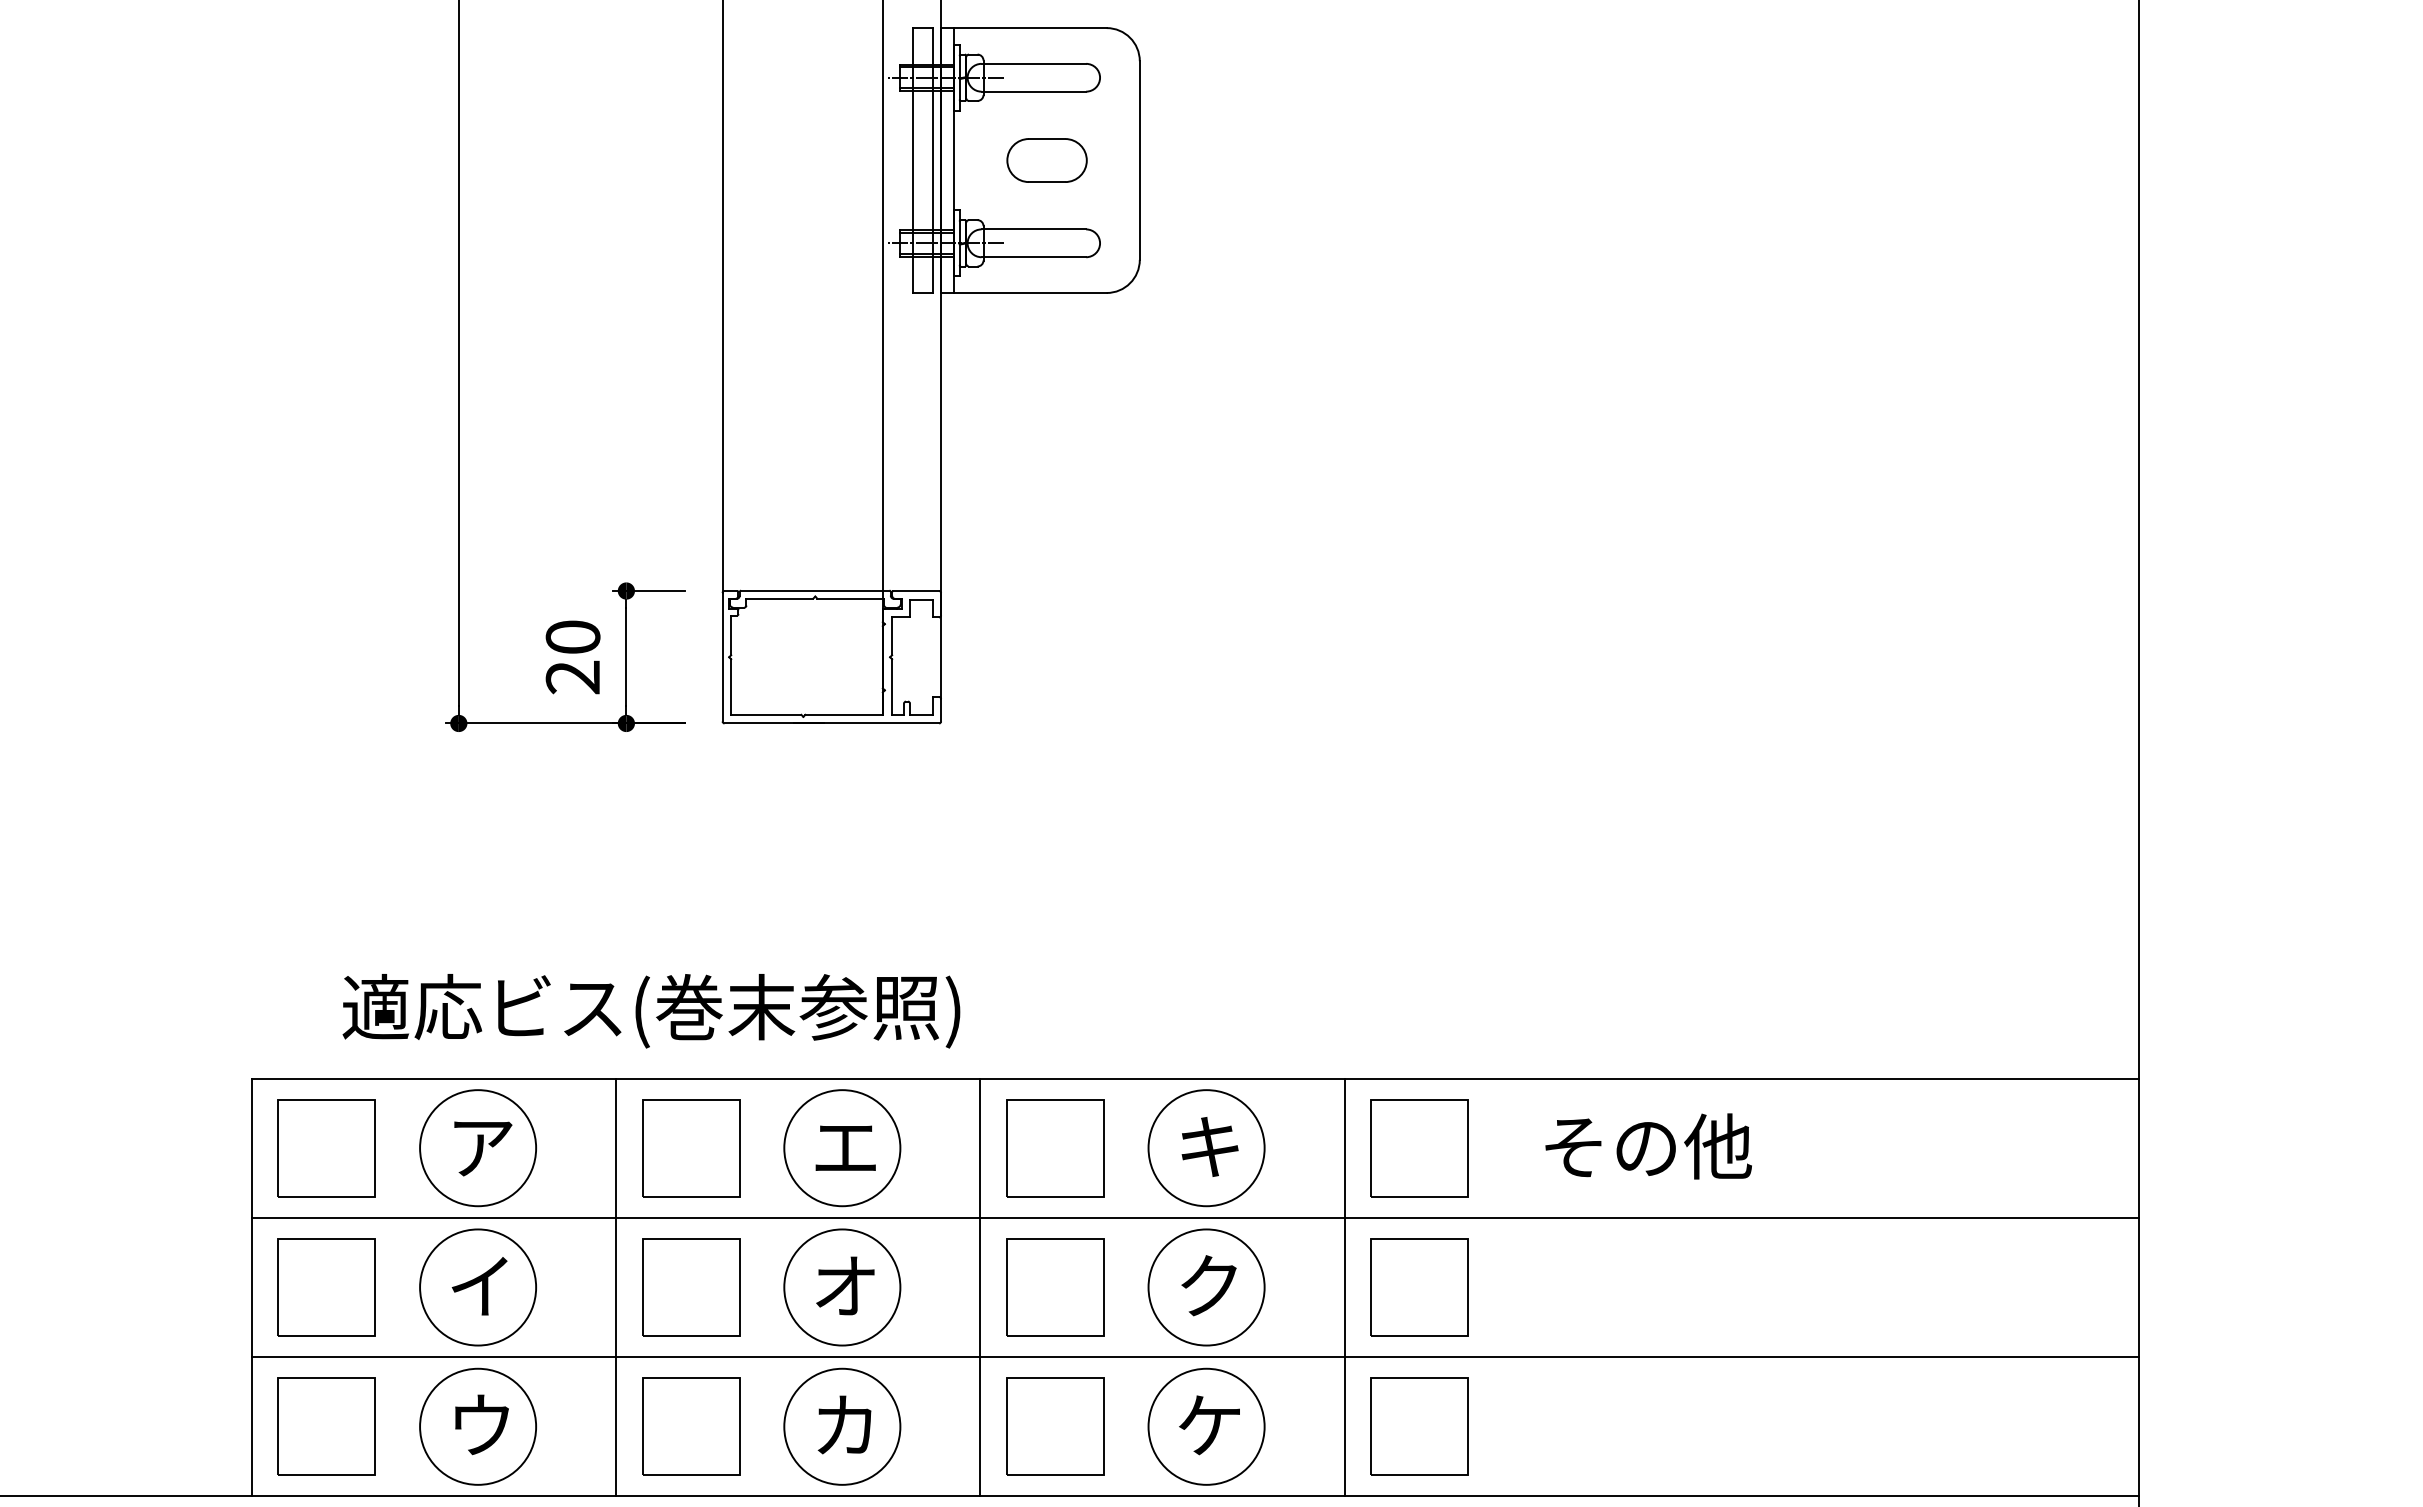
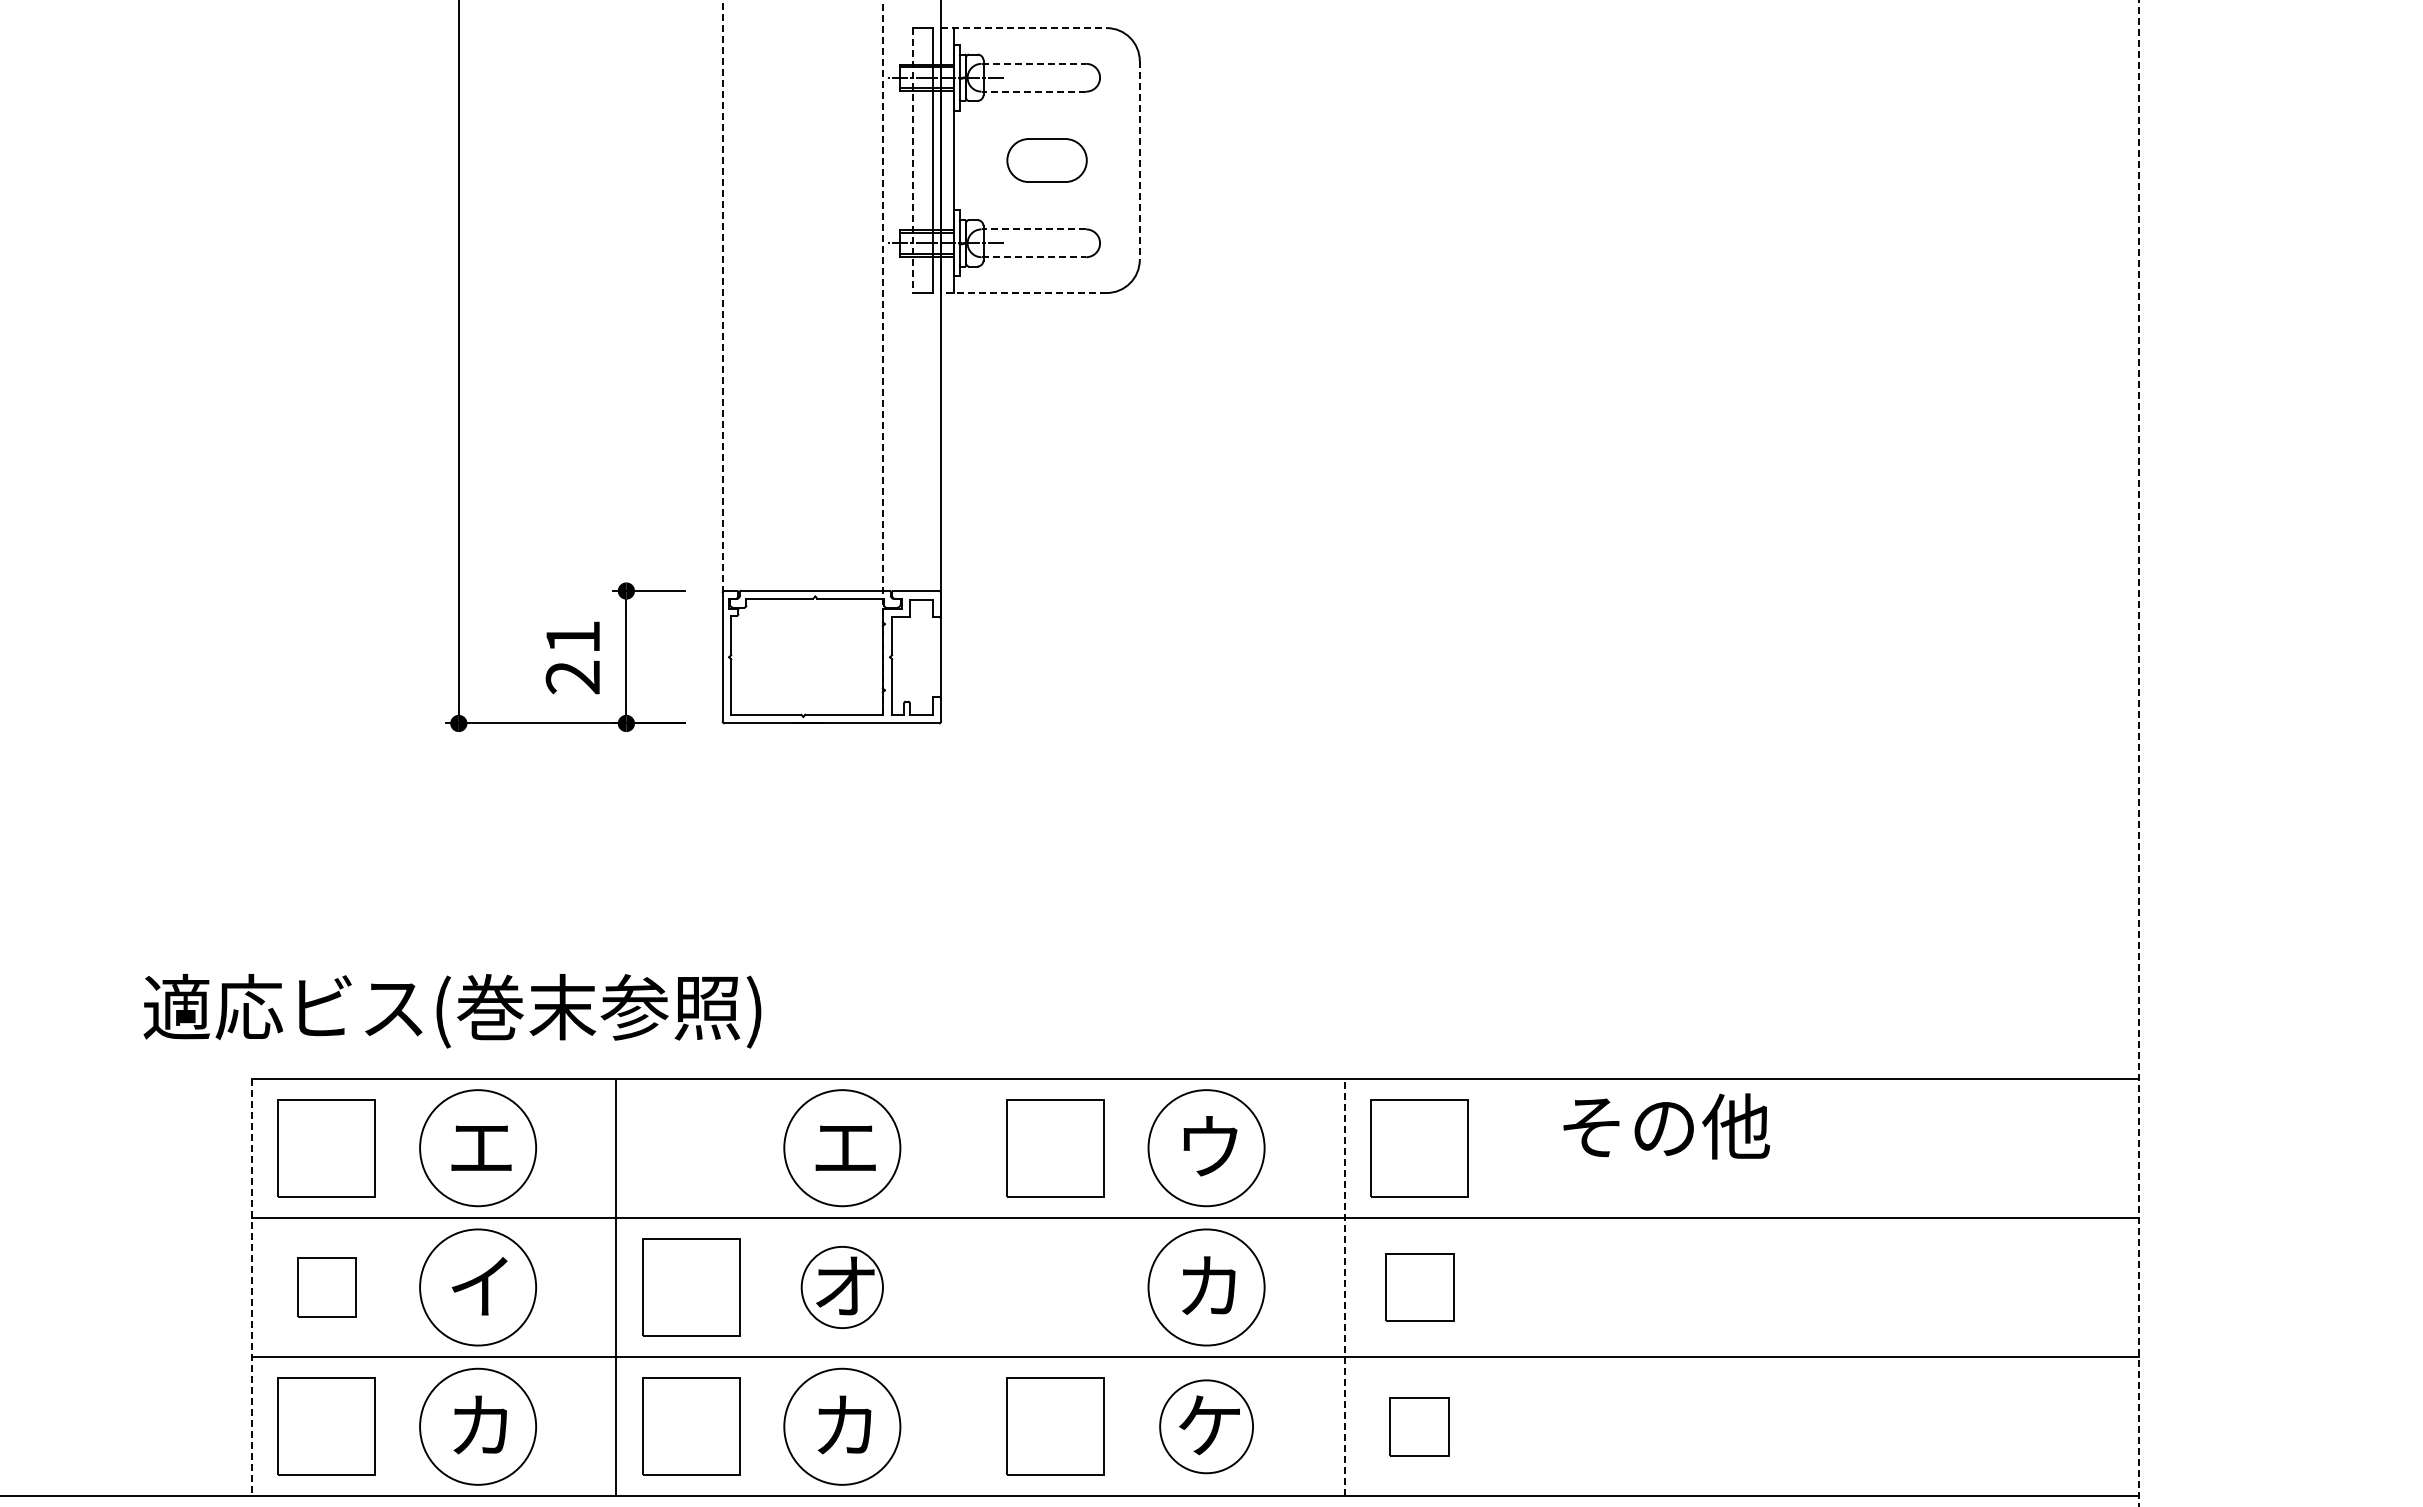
line at (1023, 28): solid -> dashed
line at (1034, 63): solid -> dashed
line at (1033, 91): solid -> dashed
line at (912, 161): solid -> dashed
line at (1139, 161): solid -> dashed
line at (1033, 229): solid -> dashed
line at (1034, 257): solid -> dashed
line at (1023, 293): solid -> dashed
line at (722, 296): solid -> dashed
line at (882, 357): solid -> dashed
text at (572, 636): 20 -> 21
line at (2139, 753): solid -> dashed
text at (651, 1011) position: (651, 1011) -> (452, 1011)
text at (1209, 1146): キ -> ウ
text at (1648, 1146) position: (1648, 1146) -> (1666, 1126)
text at (481, 1148): ア -> エ
part at (691, 1148): present -> none
text at (1208, 1285): ク -> カ
line at (251, 1287): solid -> dashed
part at (326, 1287) size: 99x99 px -> 60x61 px
circle at (842, 1287) diameter: 116 px -> 81 px
line at (980, 1287): present -> none
part at (1055, 1287): present -> none
line at (1344, 1287): solid -> dashed
part at (1419, 1287) size: 99x99 px -> 70x69 px
text at (480, 1424): ウ -> カ
circle at (1206, 1426) diameter: 116 px -> 93 px
part at (1419, 1426) size: 99x99 px -> 61x60 px
